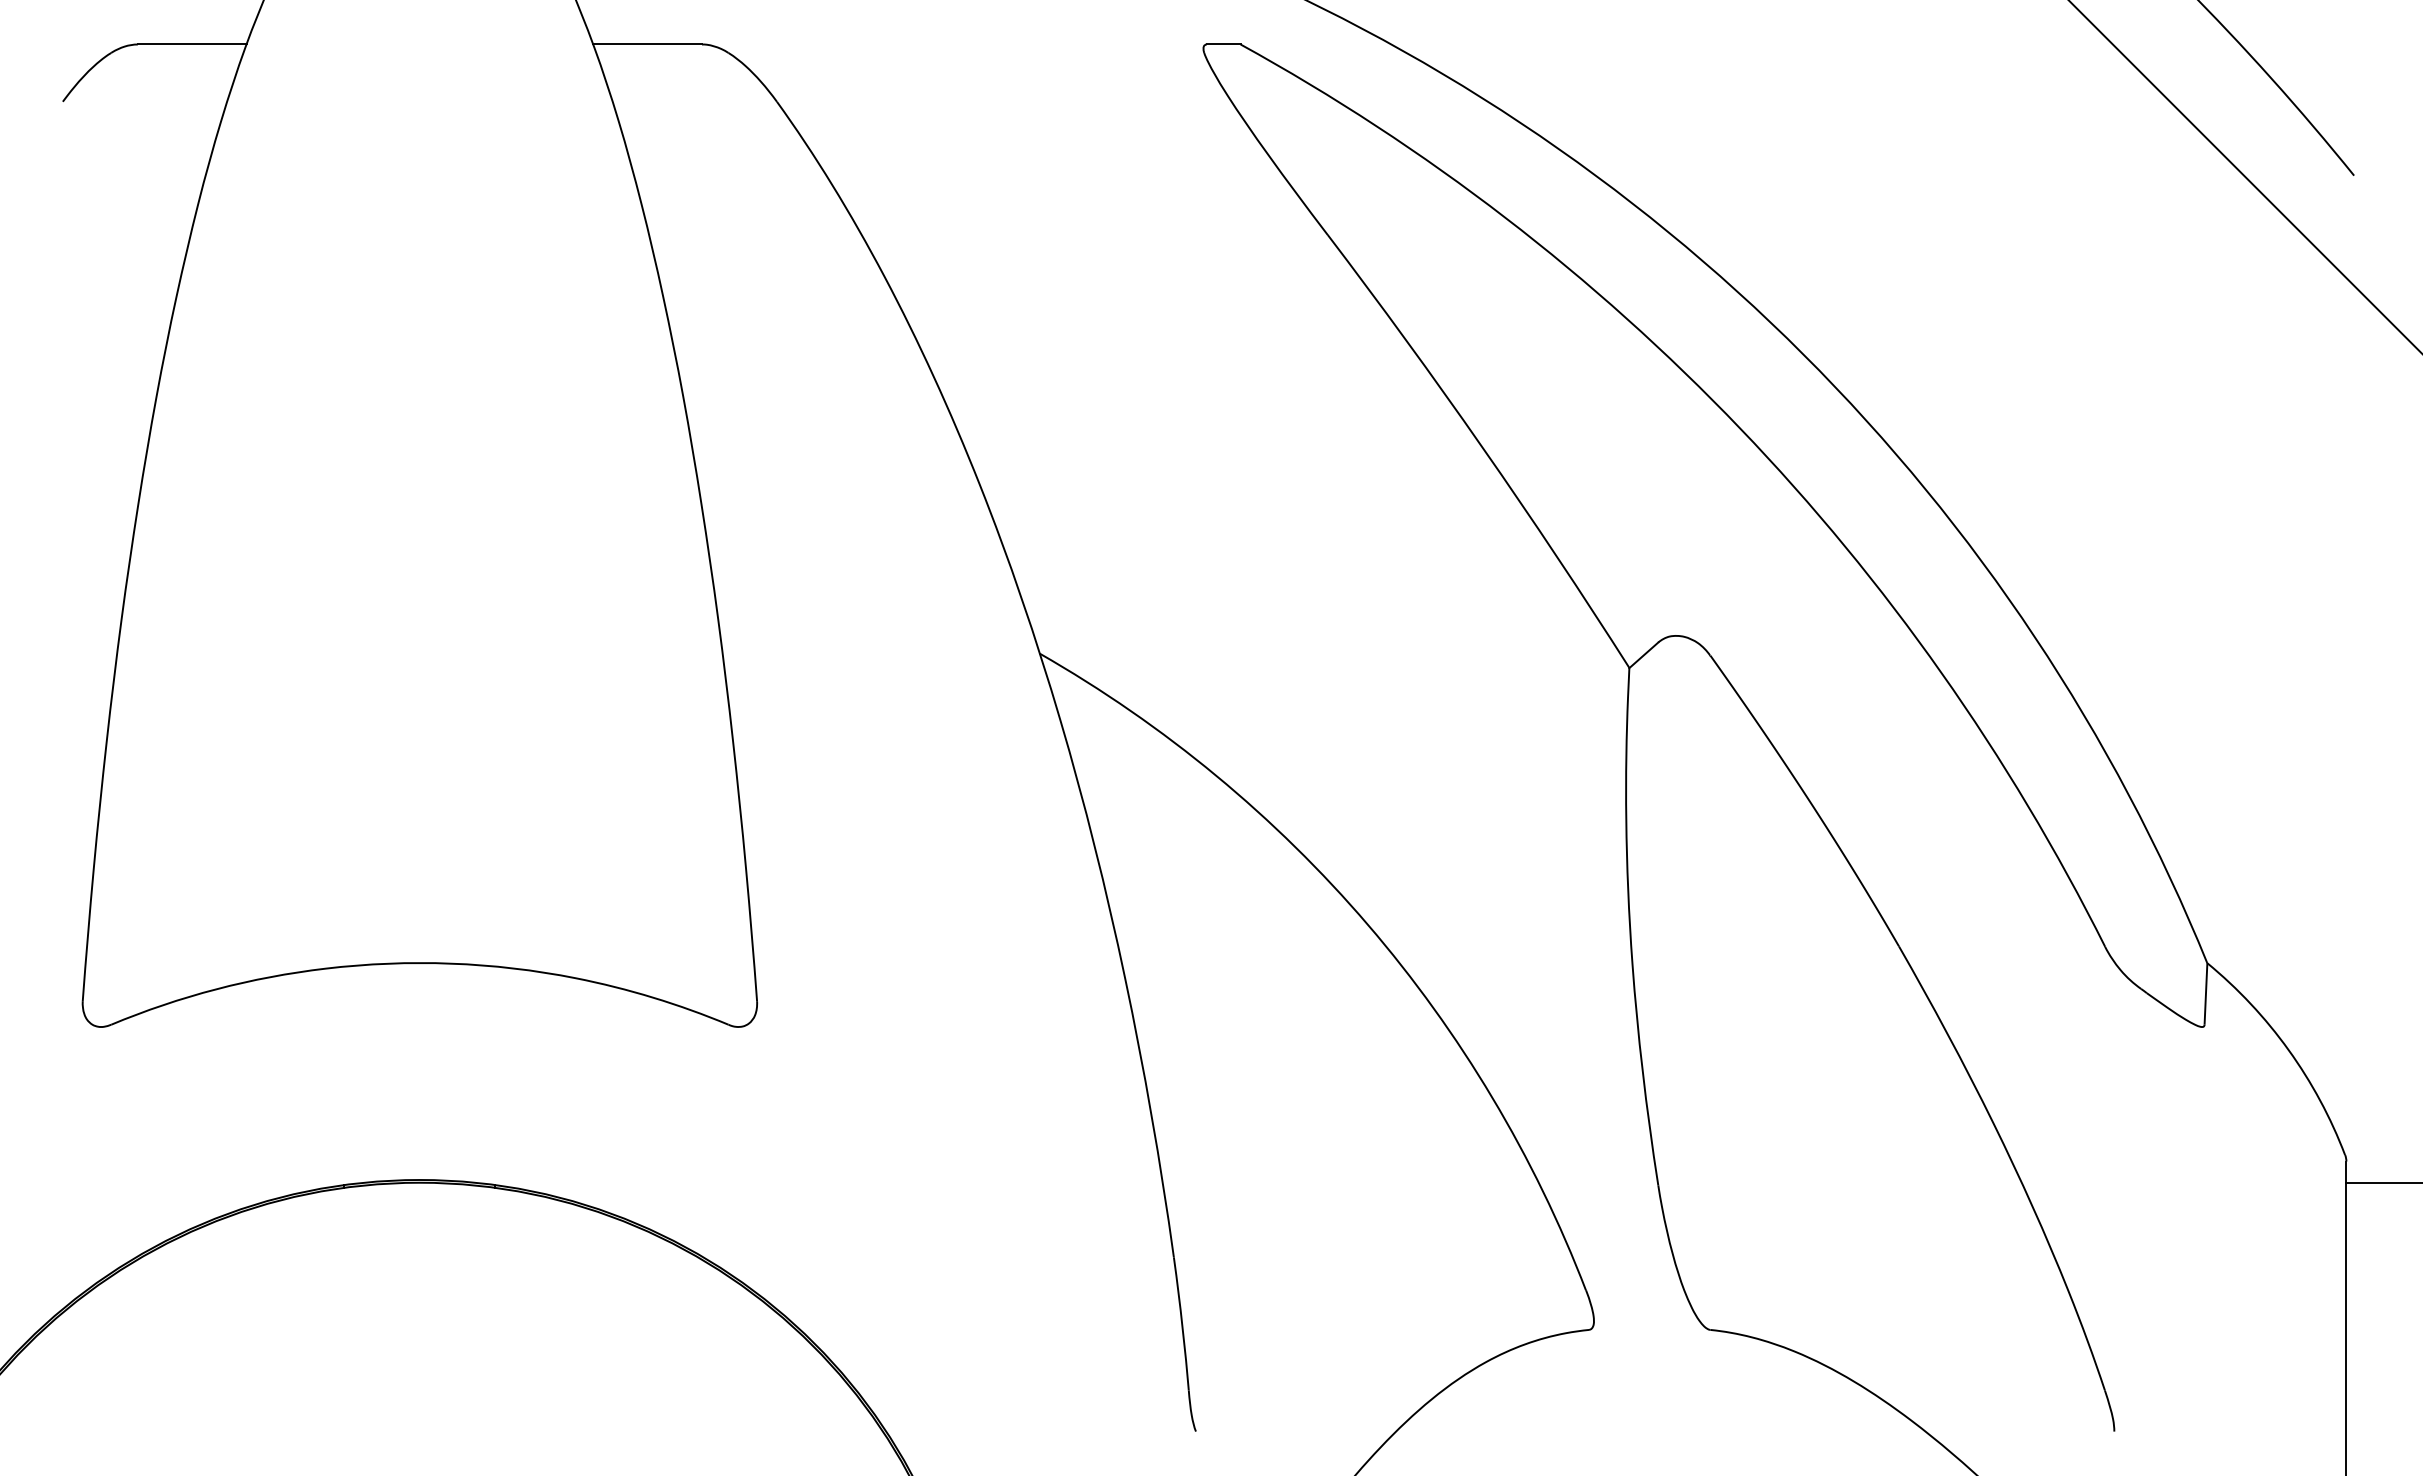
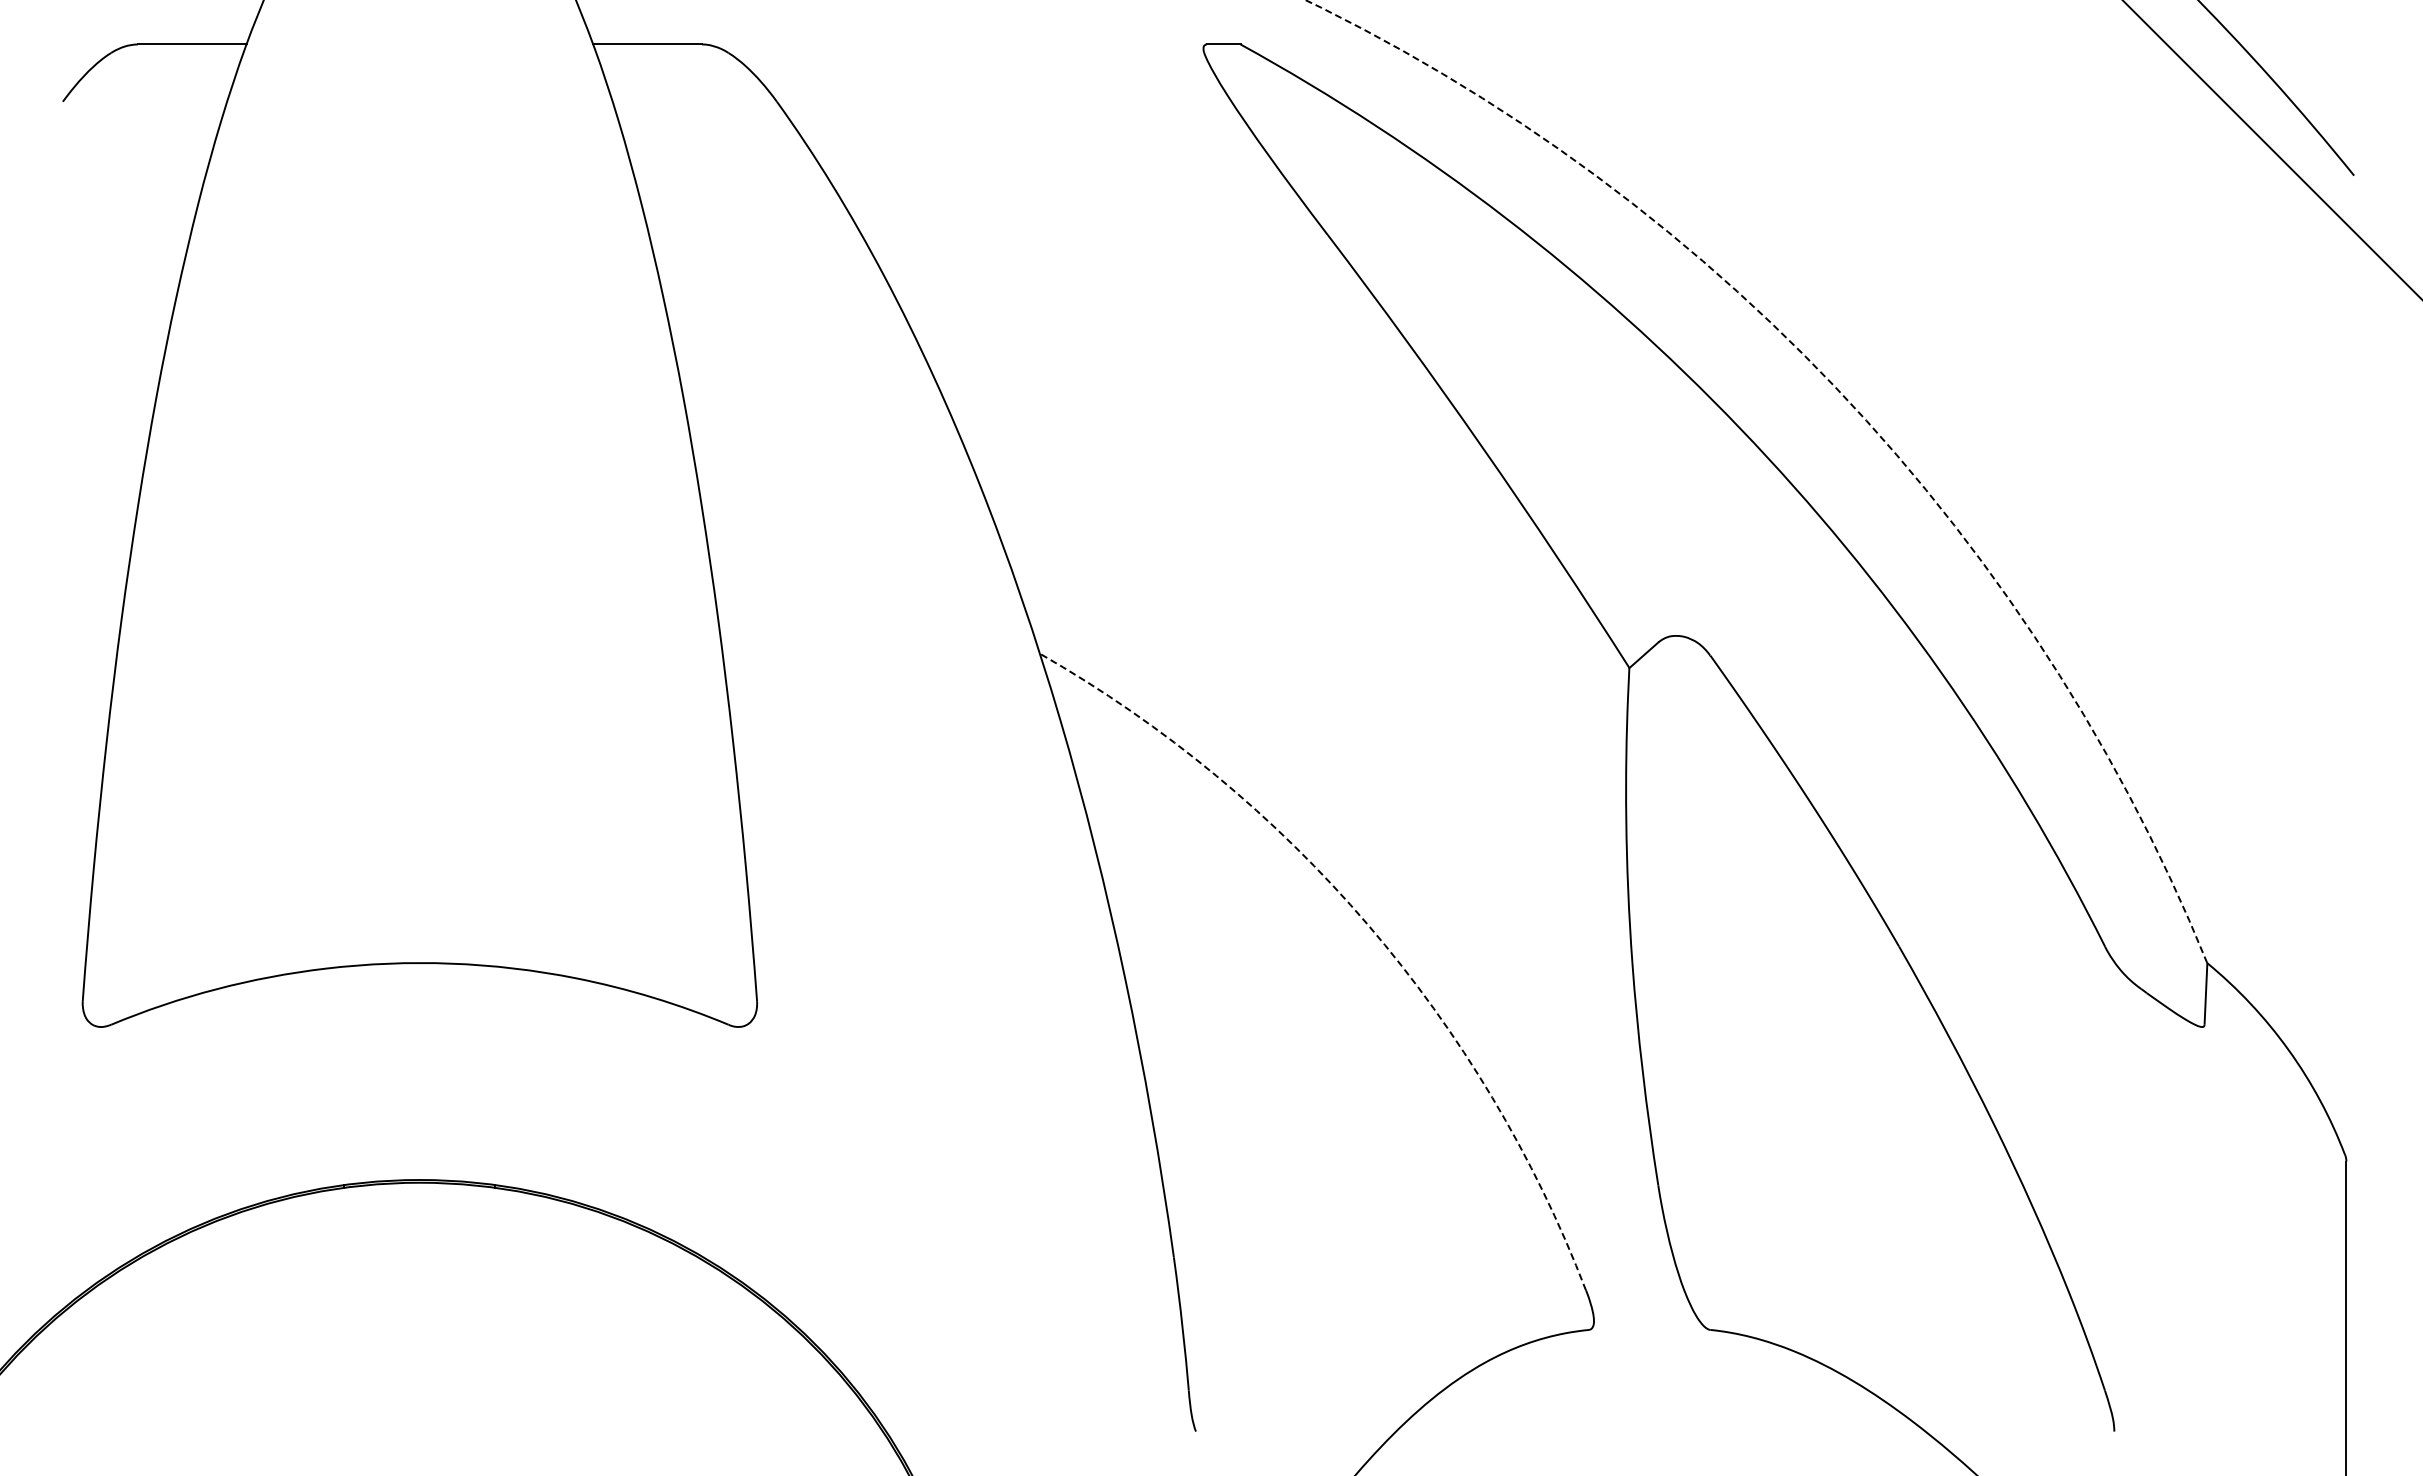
line at (2244, 176) position: (2244, 176) -> (2271, 149)
arc at (1845, 398): solid -> dashed
arc at (1367, 924): solid -> dashed
line at (2382, 1182): present -> none
